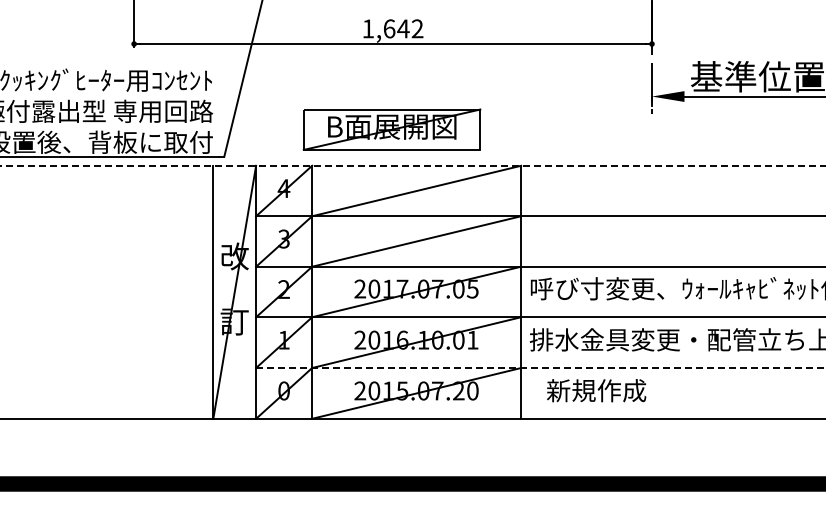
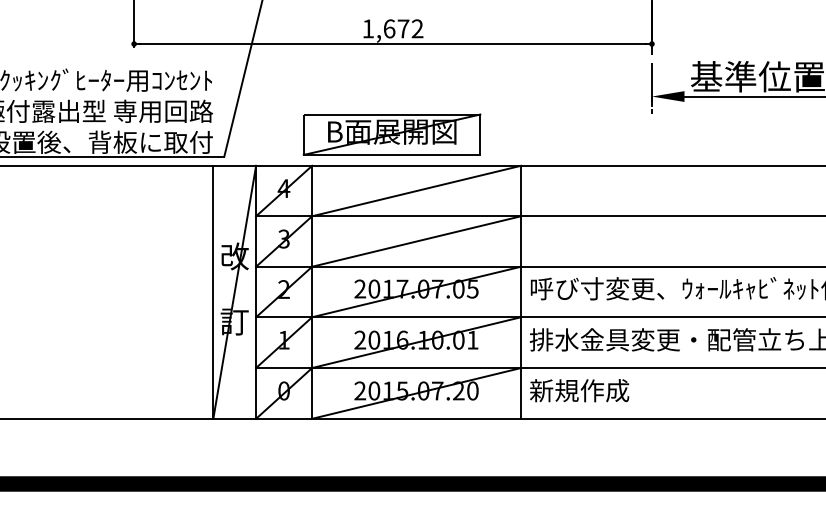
text at (403, 28): 1,642 -> 1,672
part at (391, 129) position: (391, 129) -> (391, 134)
line at (413, 165): dashed -> solid
line at (541, 368): dashed -> solid
text at (596, 390) position: (596, 390) -> (579, 390)
